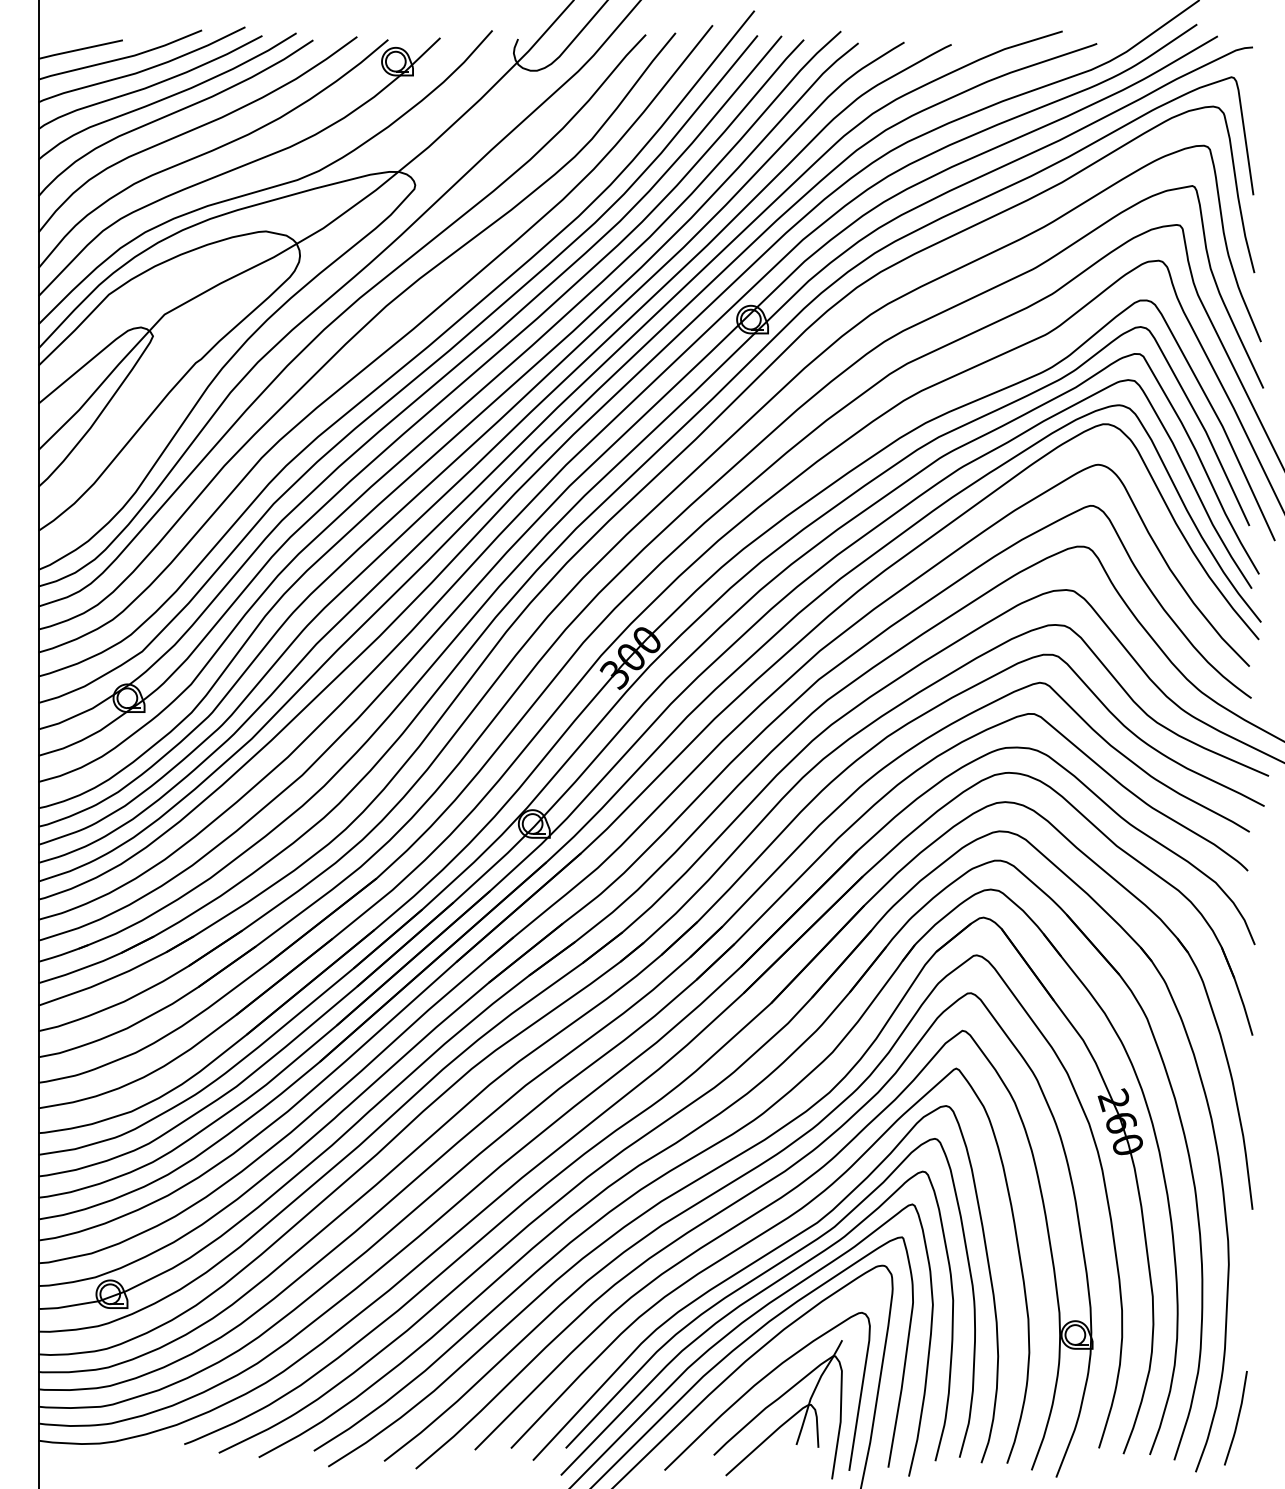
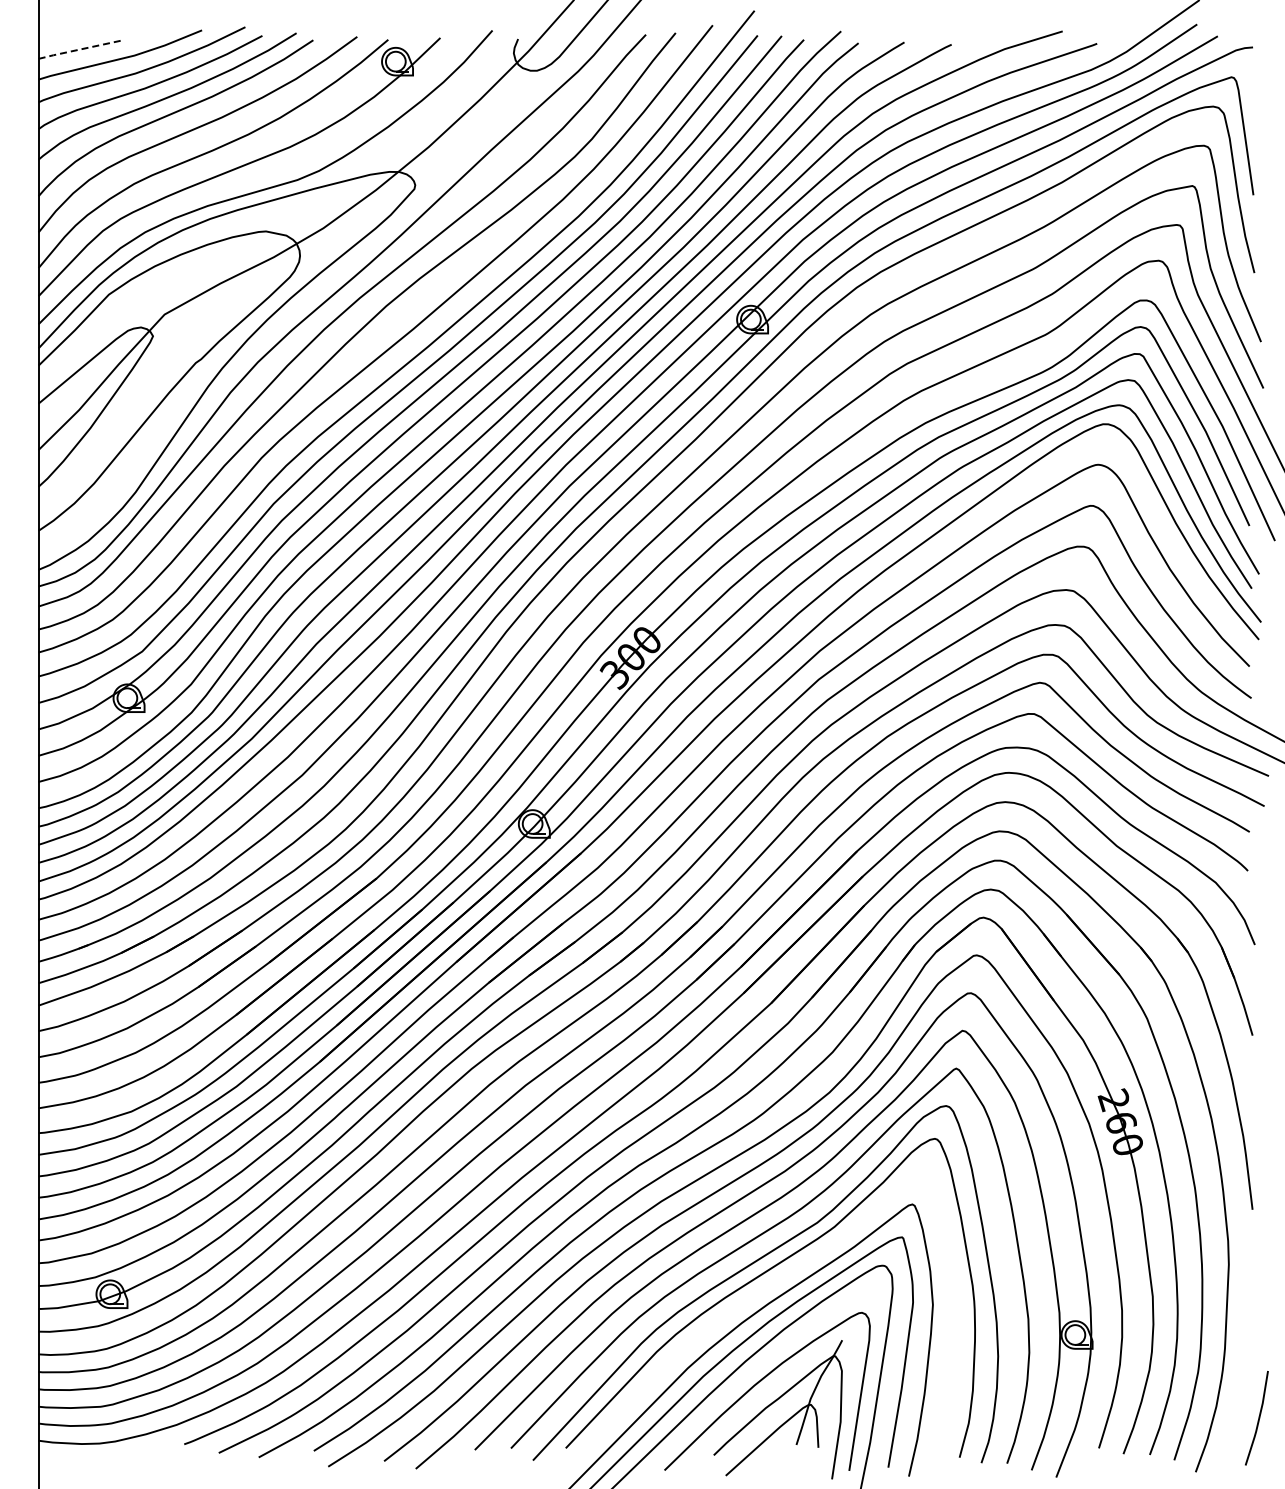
line at (80, 49): solid -> dashed
curve at (745, 1303): present -> none
line at (1237, 1418) position: (1237, 1418) -> (1258, 1418)
